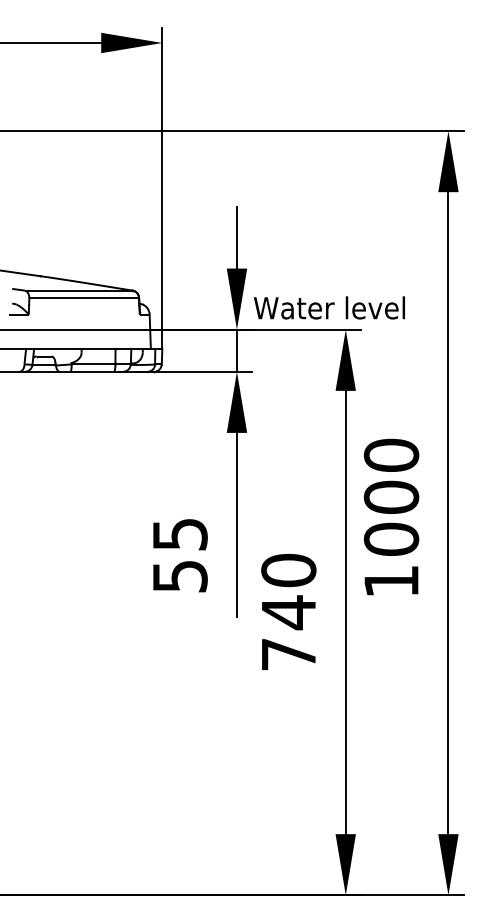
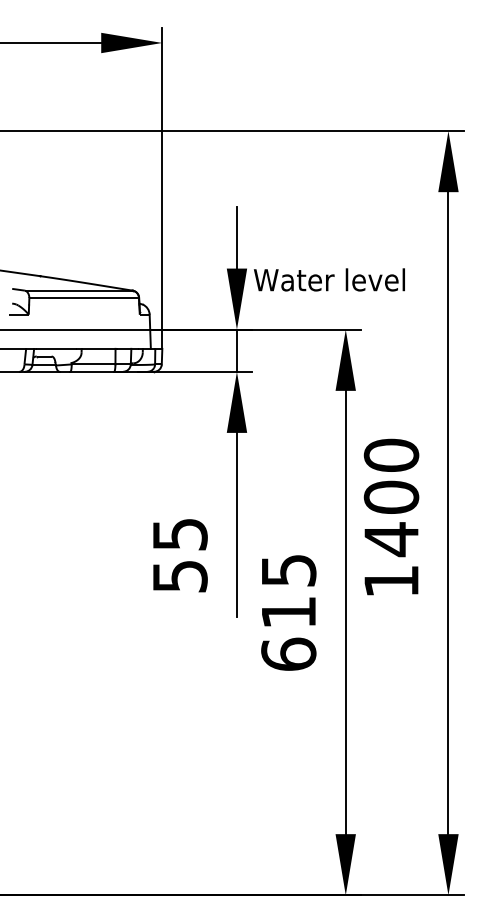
text at (329, 307) position: (329, 307) -> (329, 279)
text at (391, 539): 1000 -> 1400
text at (288, 611): 740 -> 615
